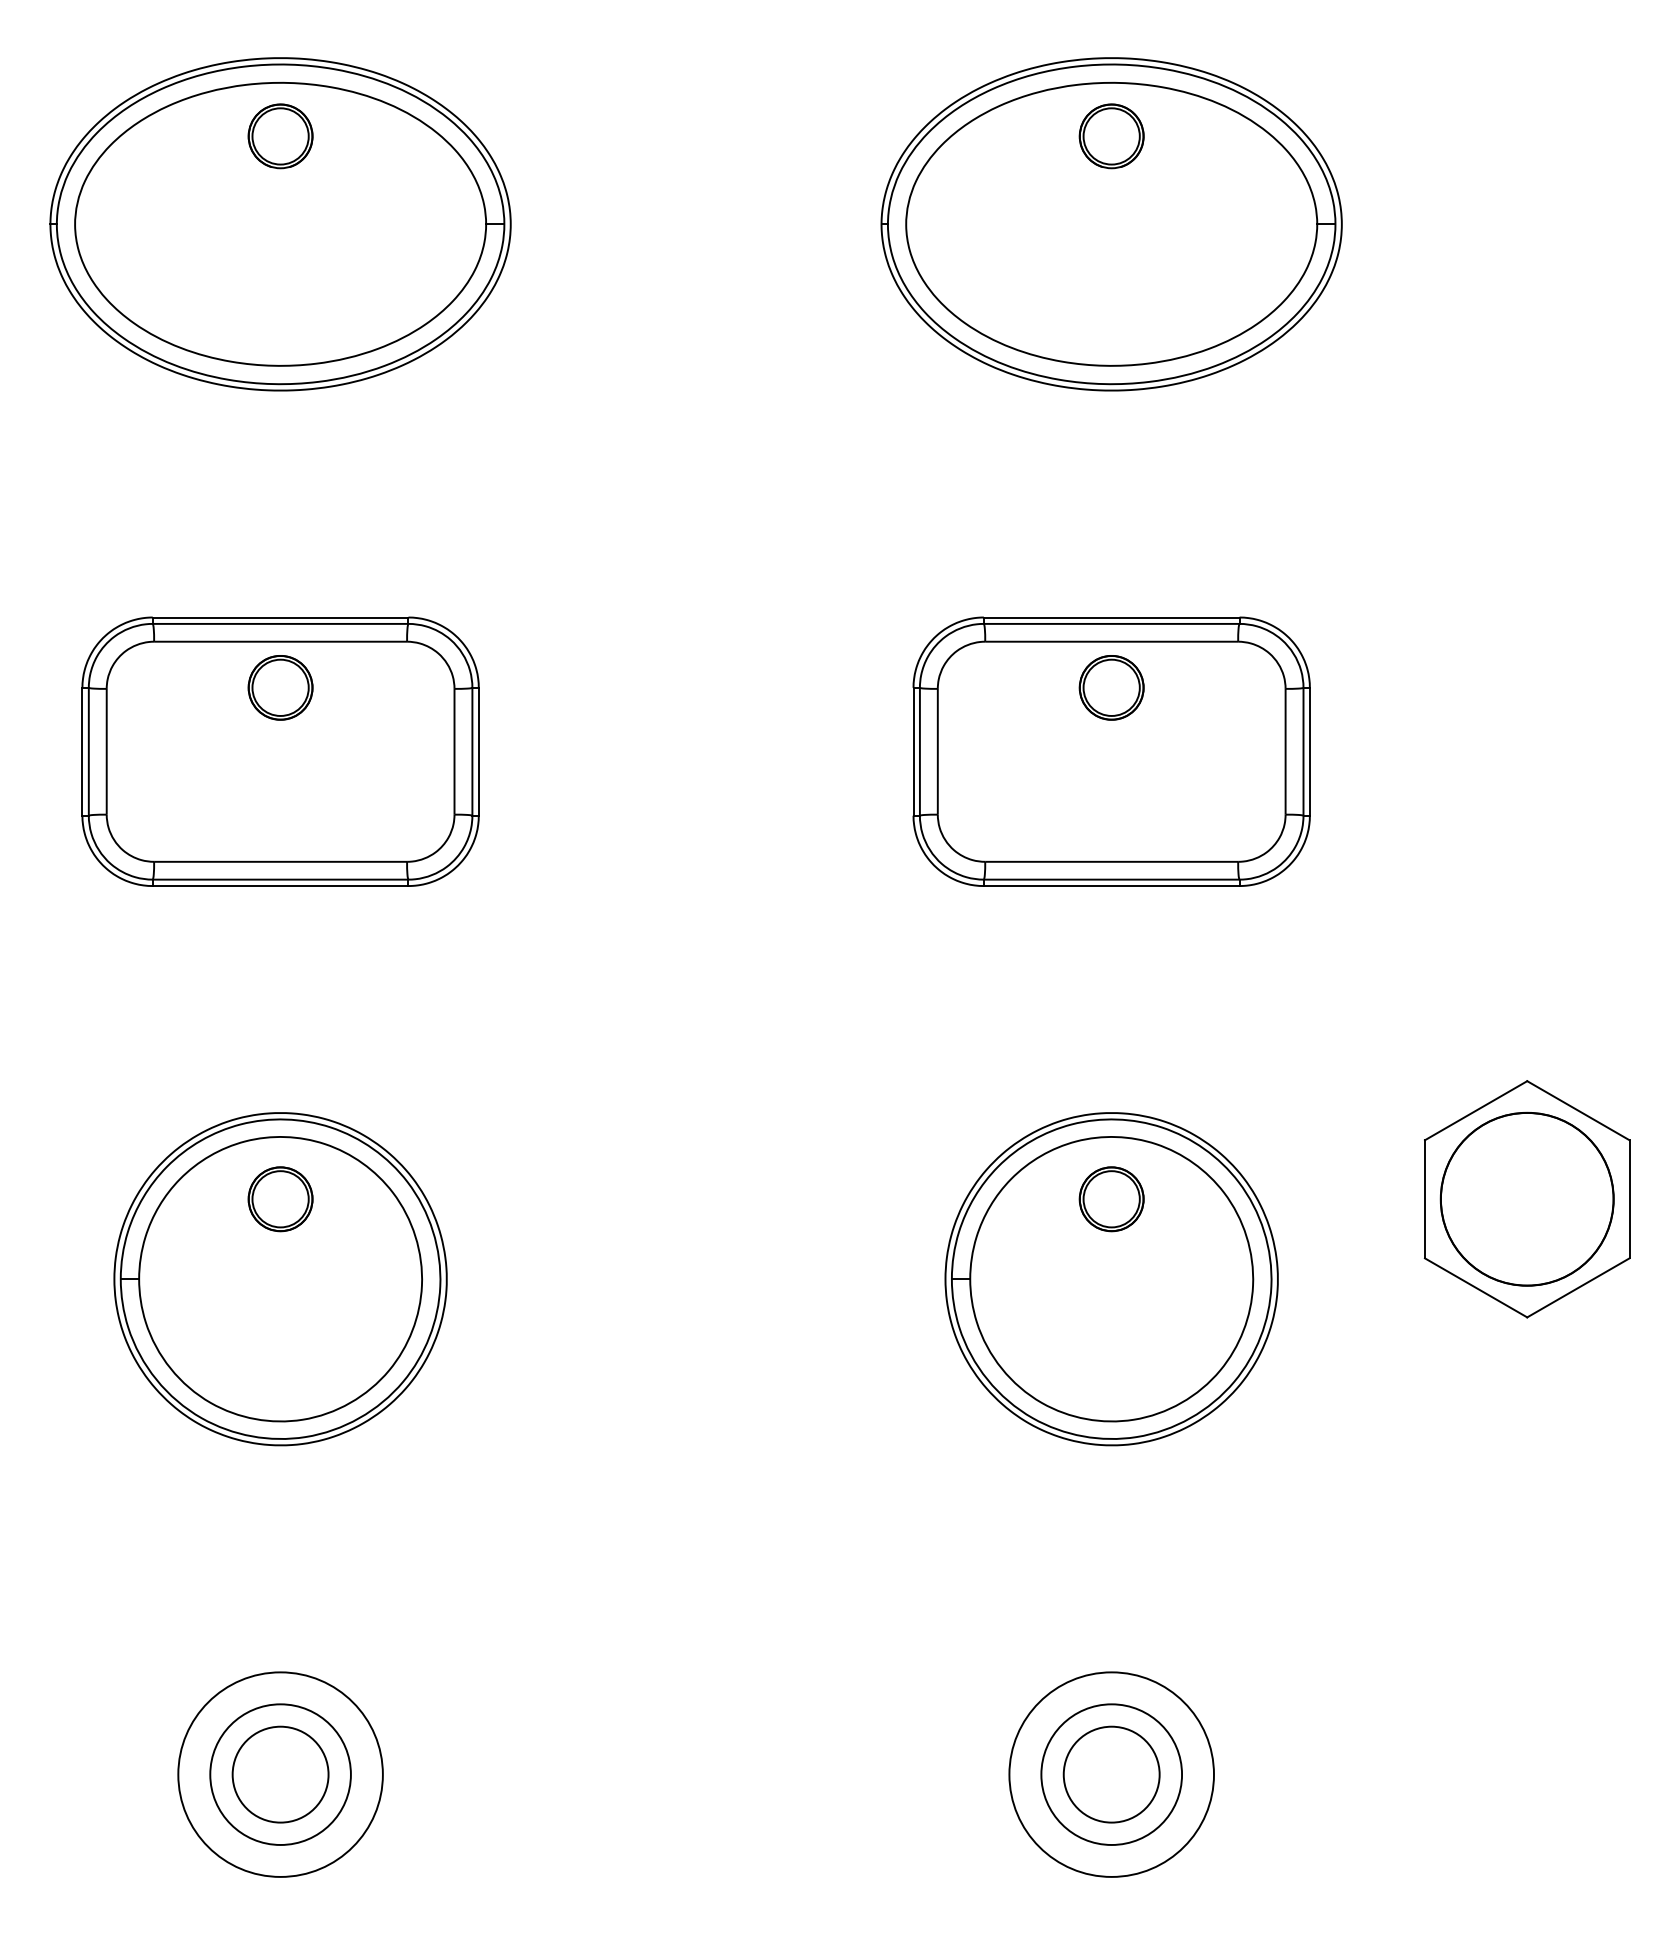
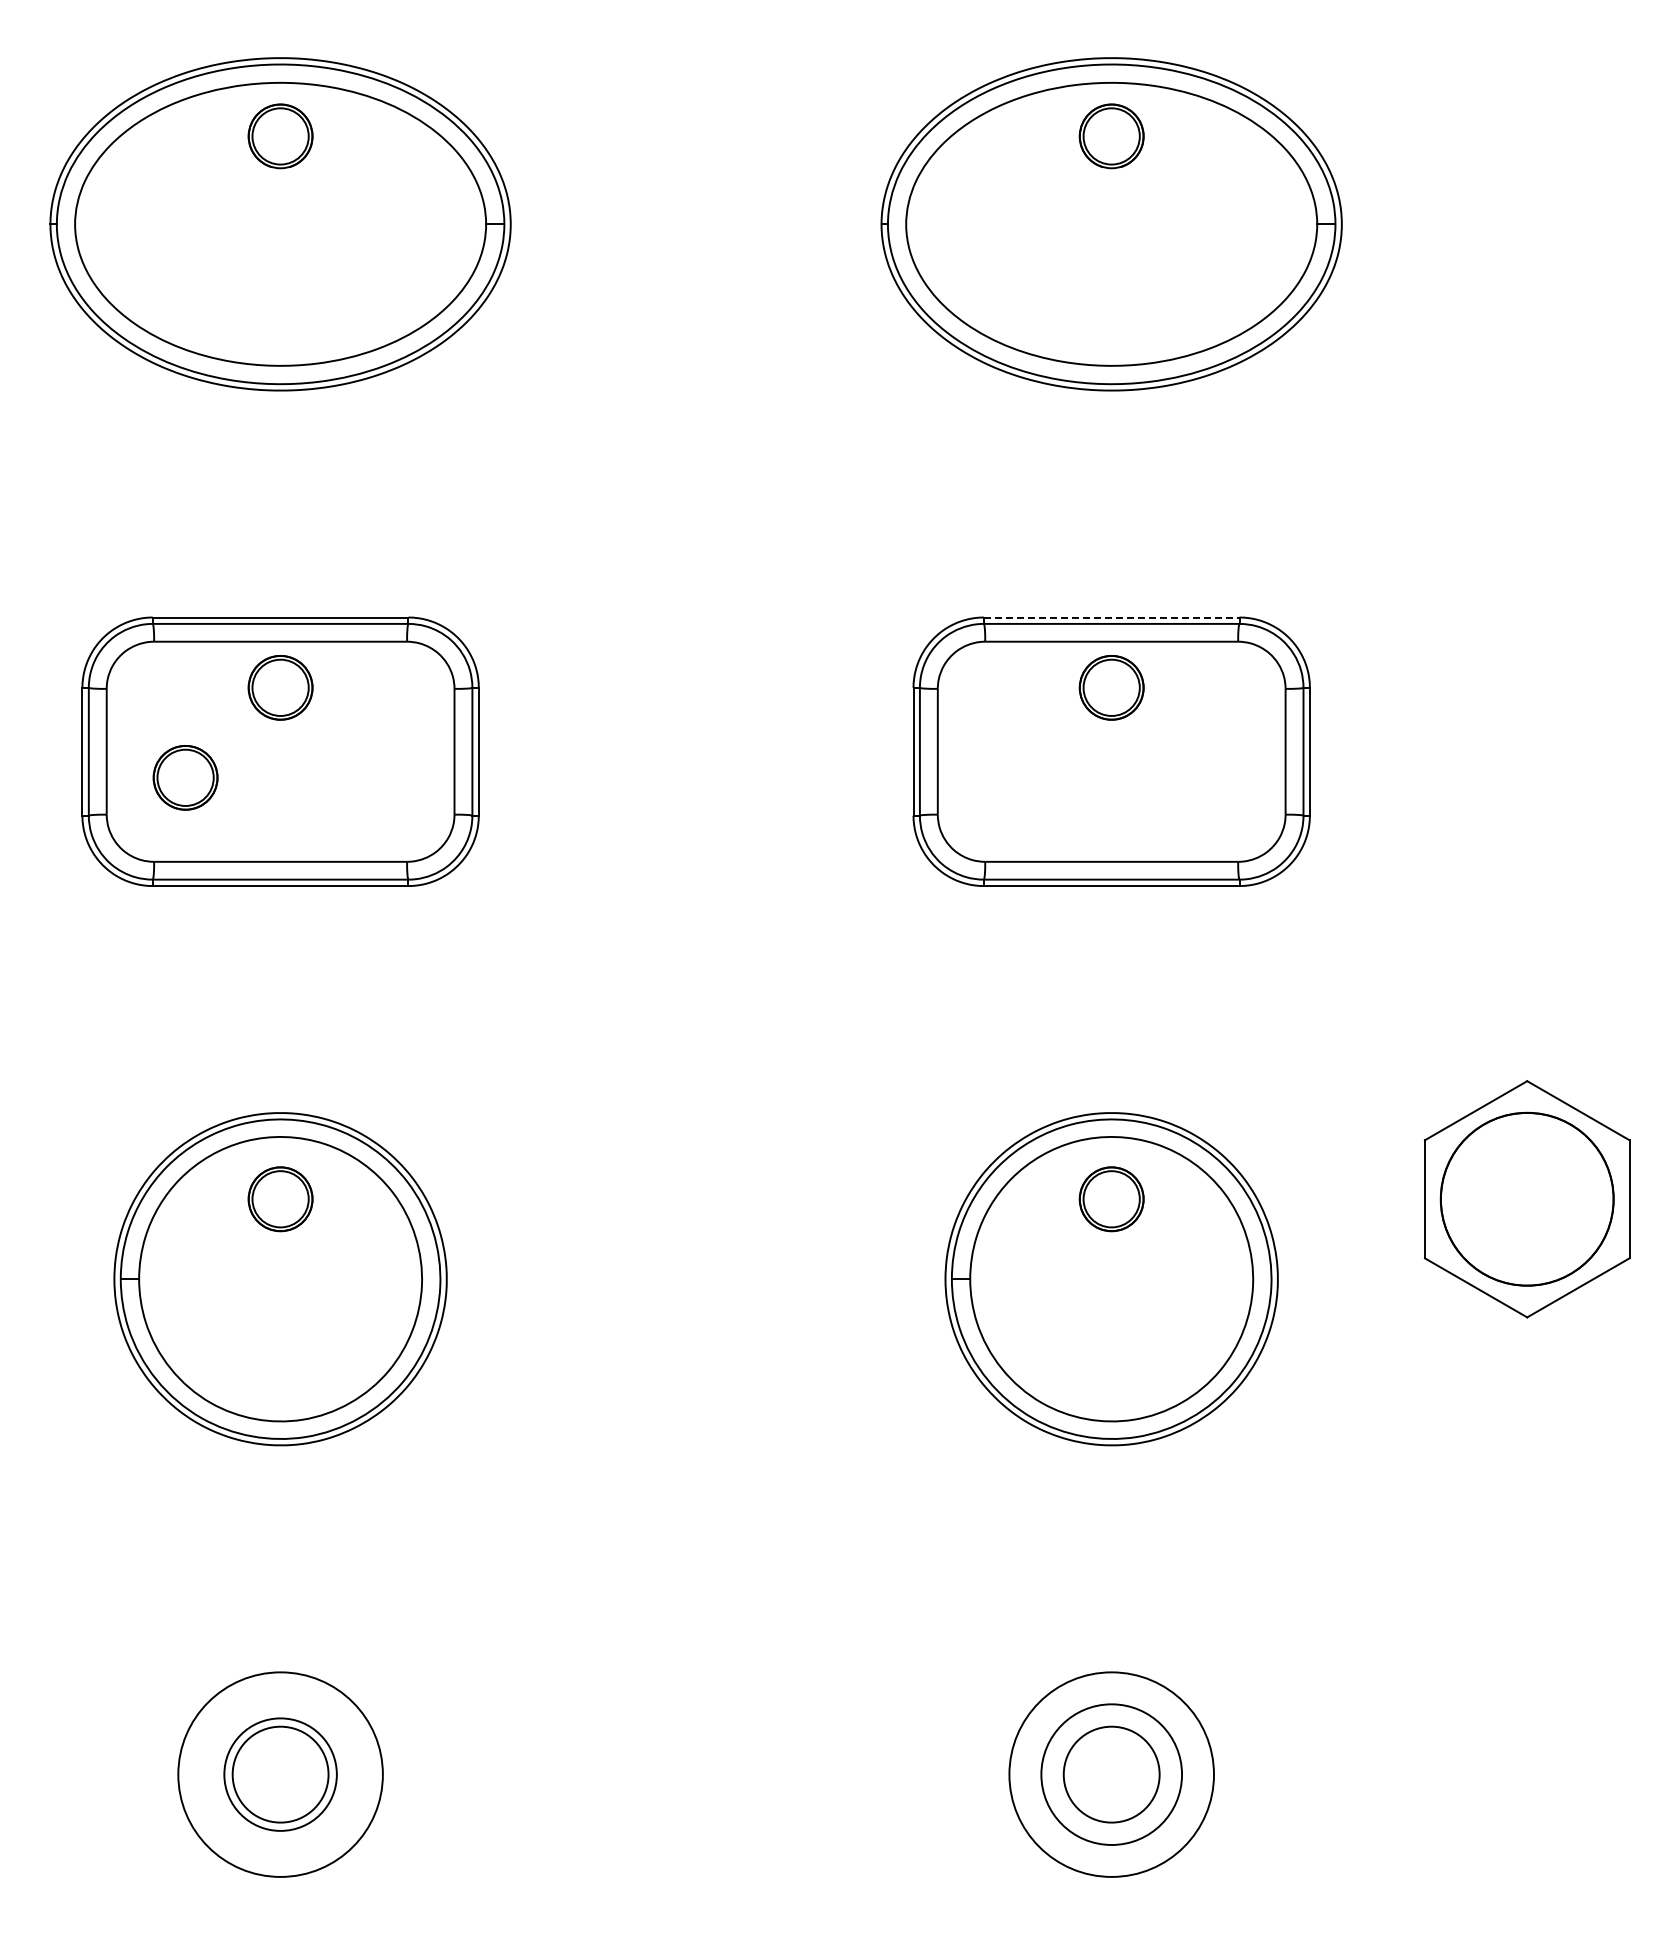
line at (1111, 617): solid -> dashed
part at (185, 777): none -> present
circle at (280, 1774) diameter: 141 px -> 113 px
